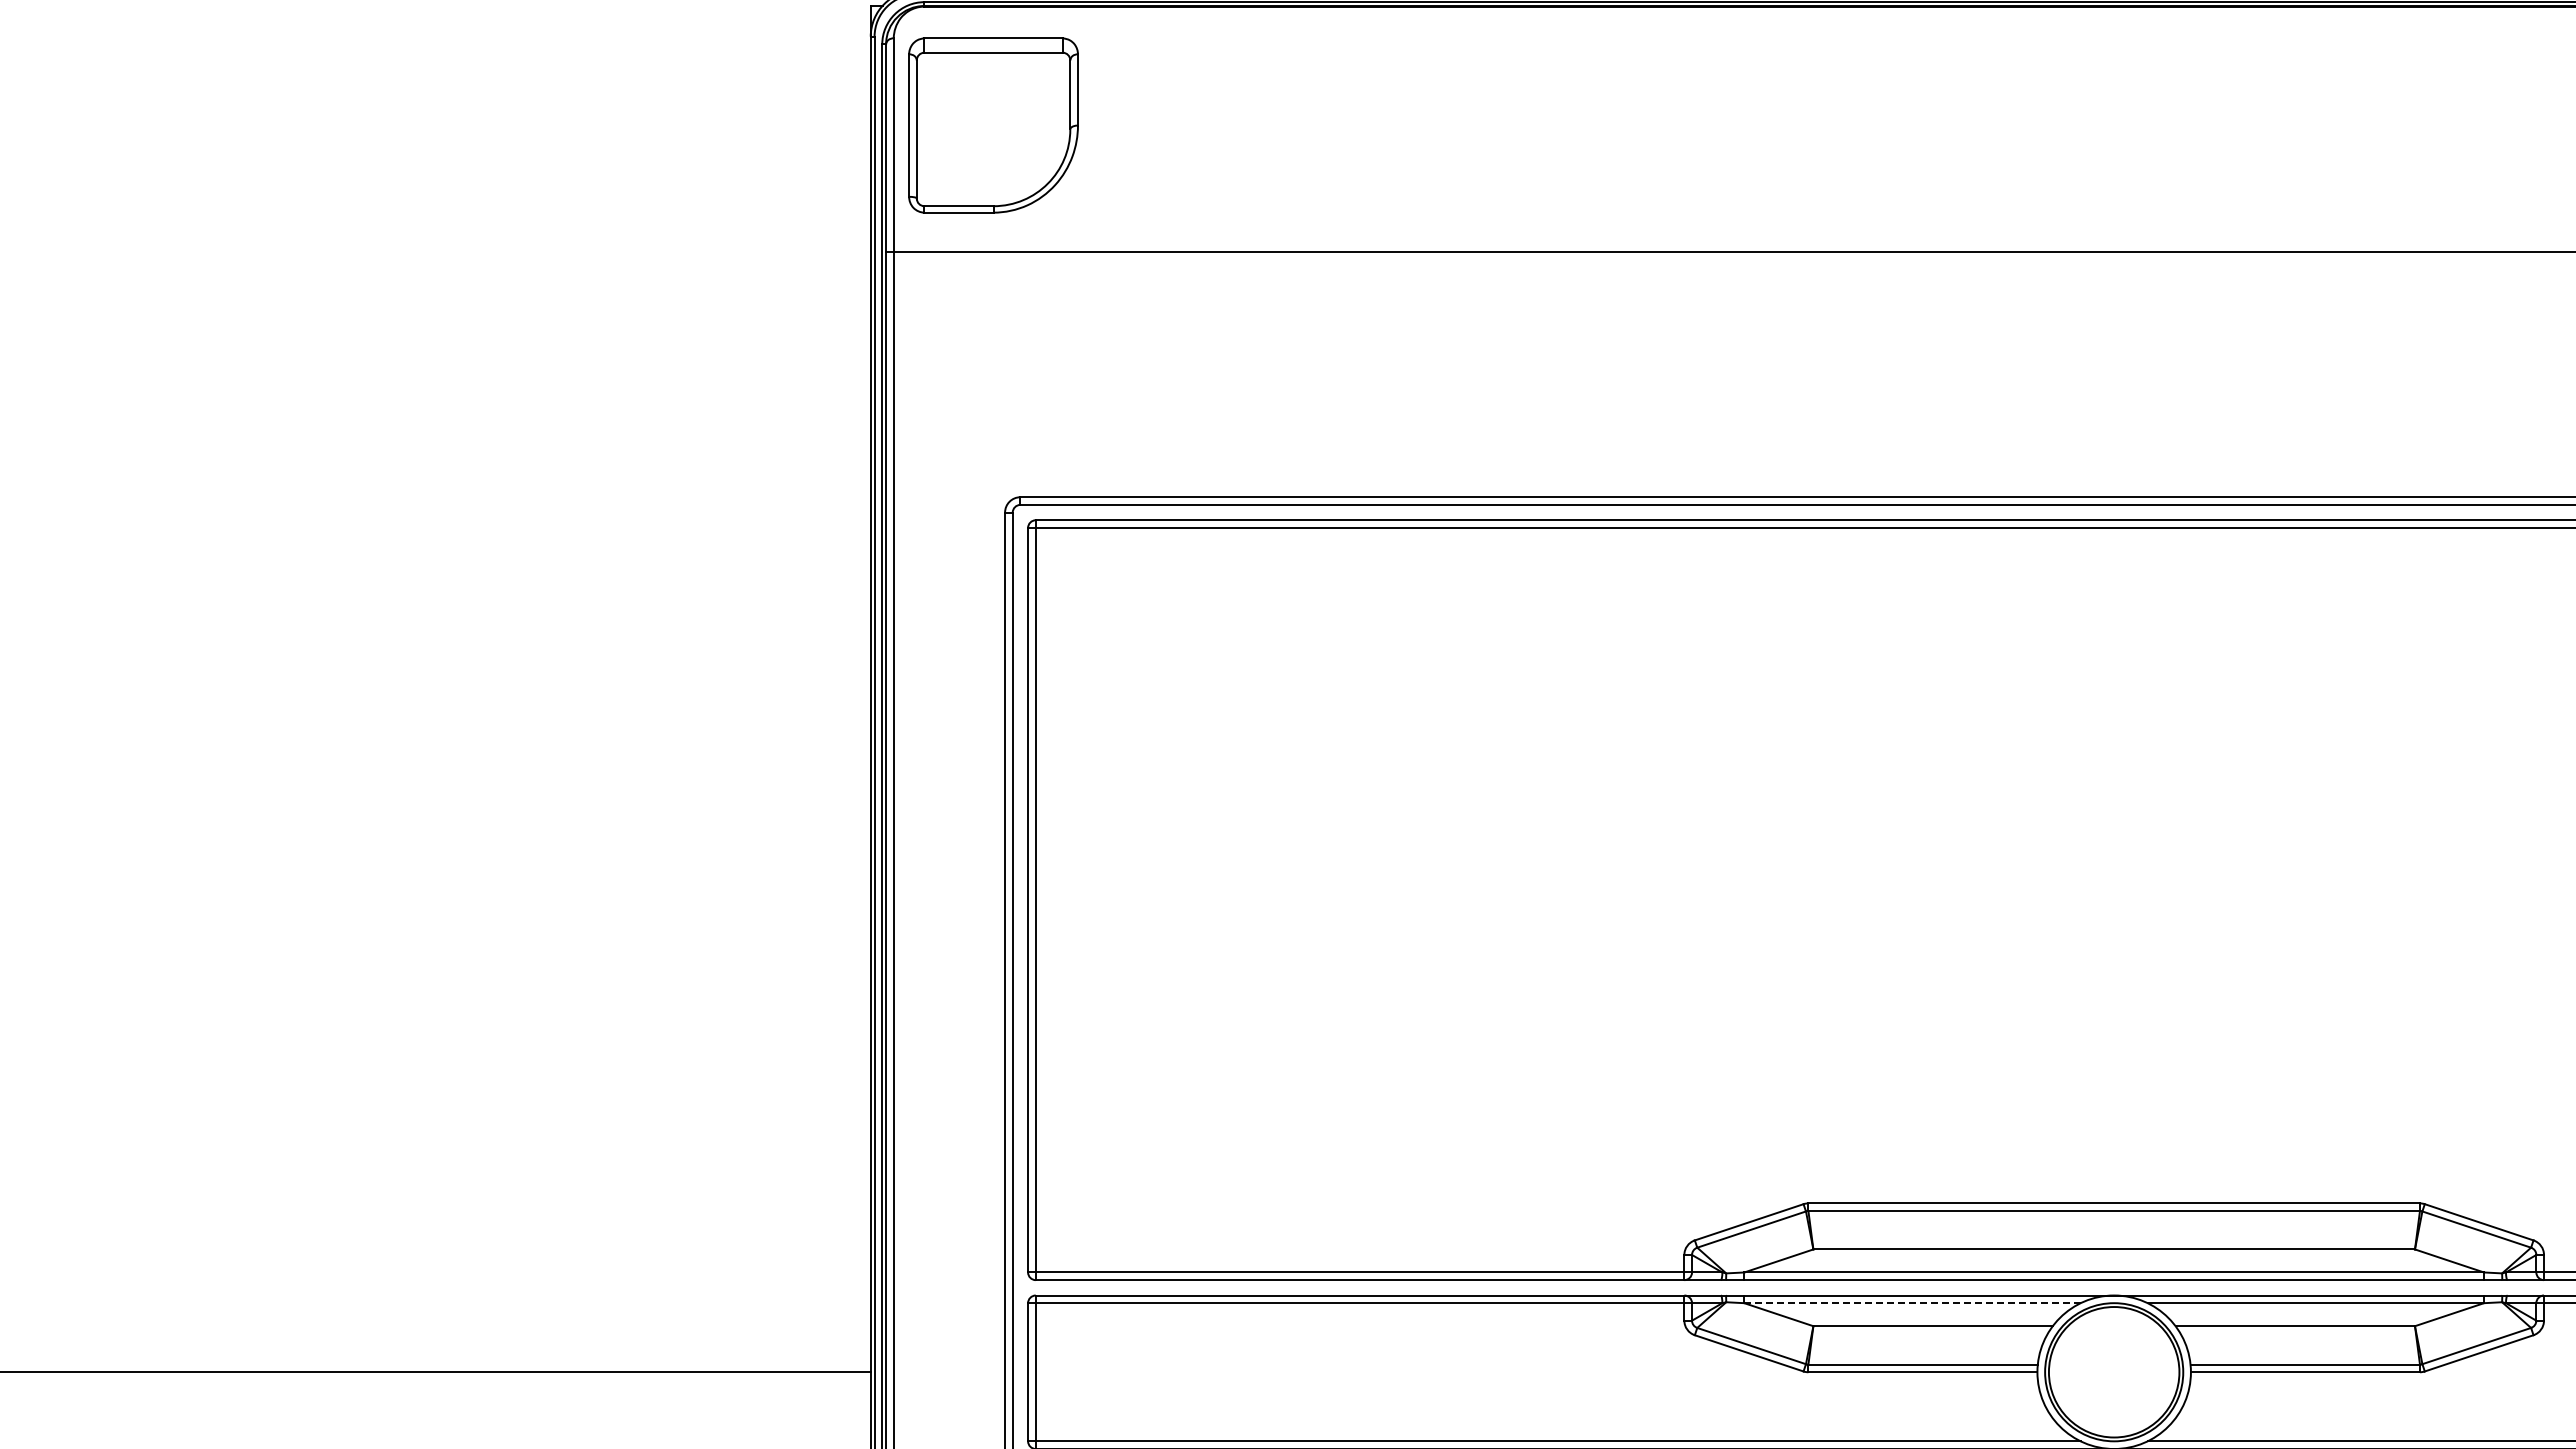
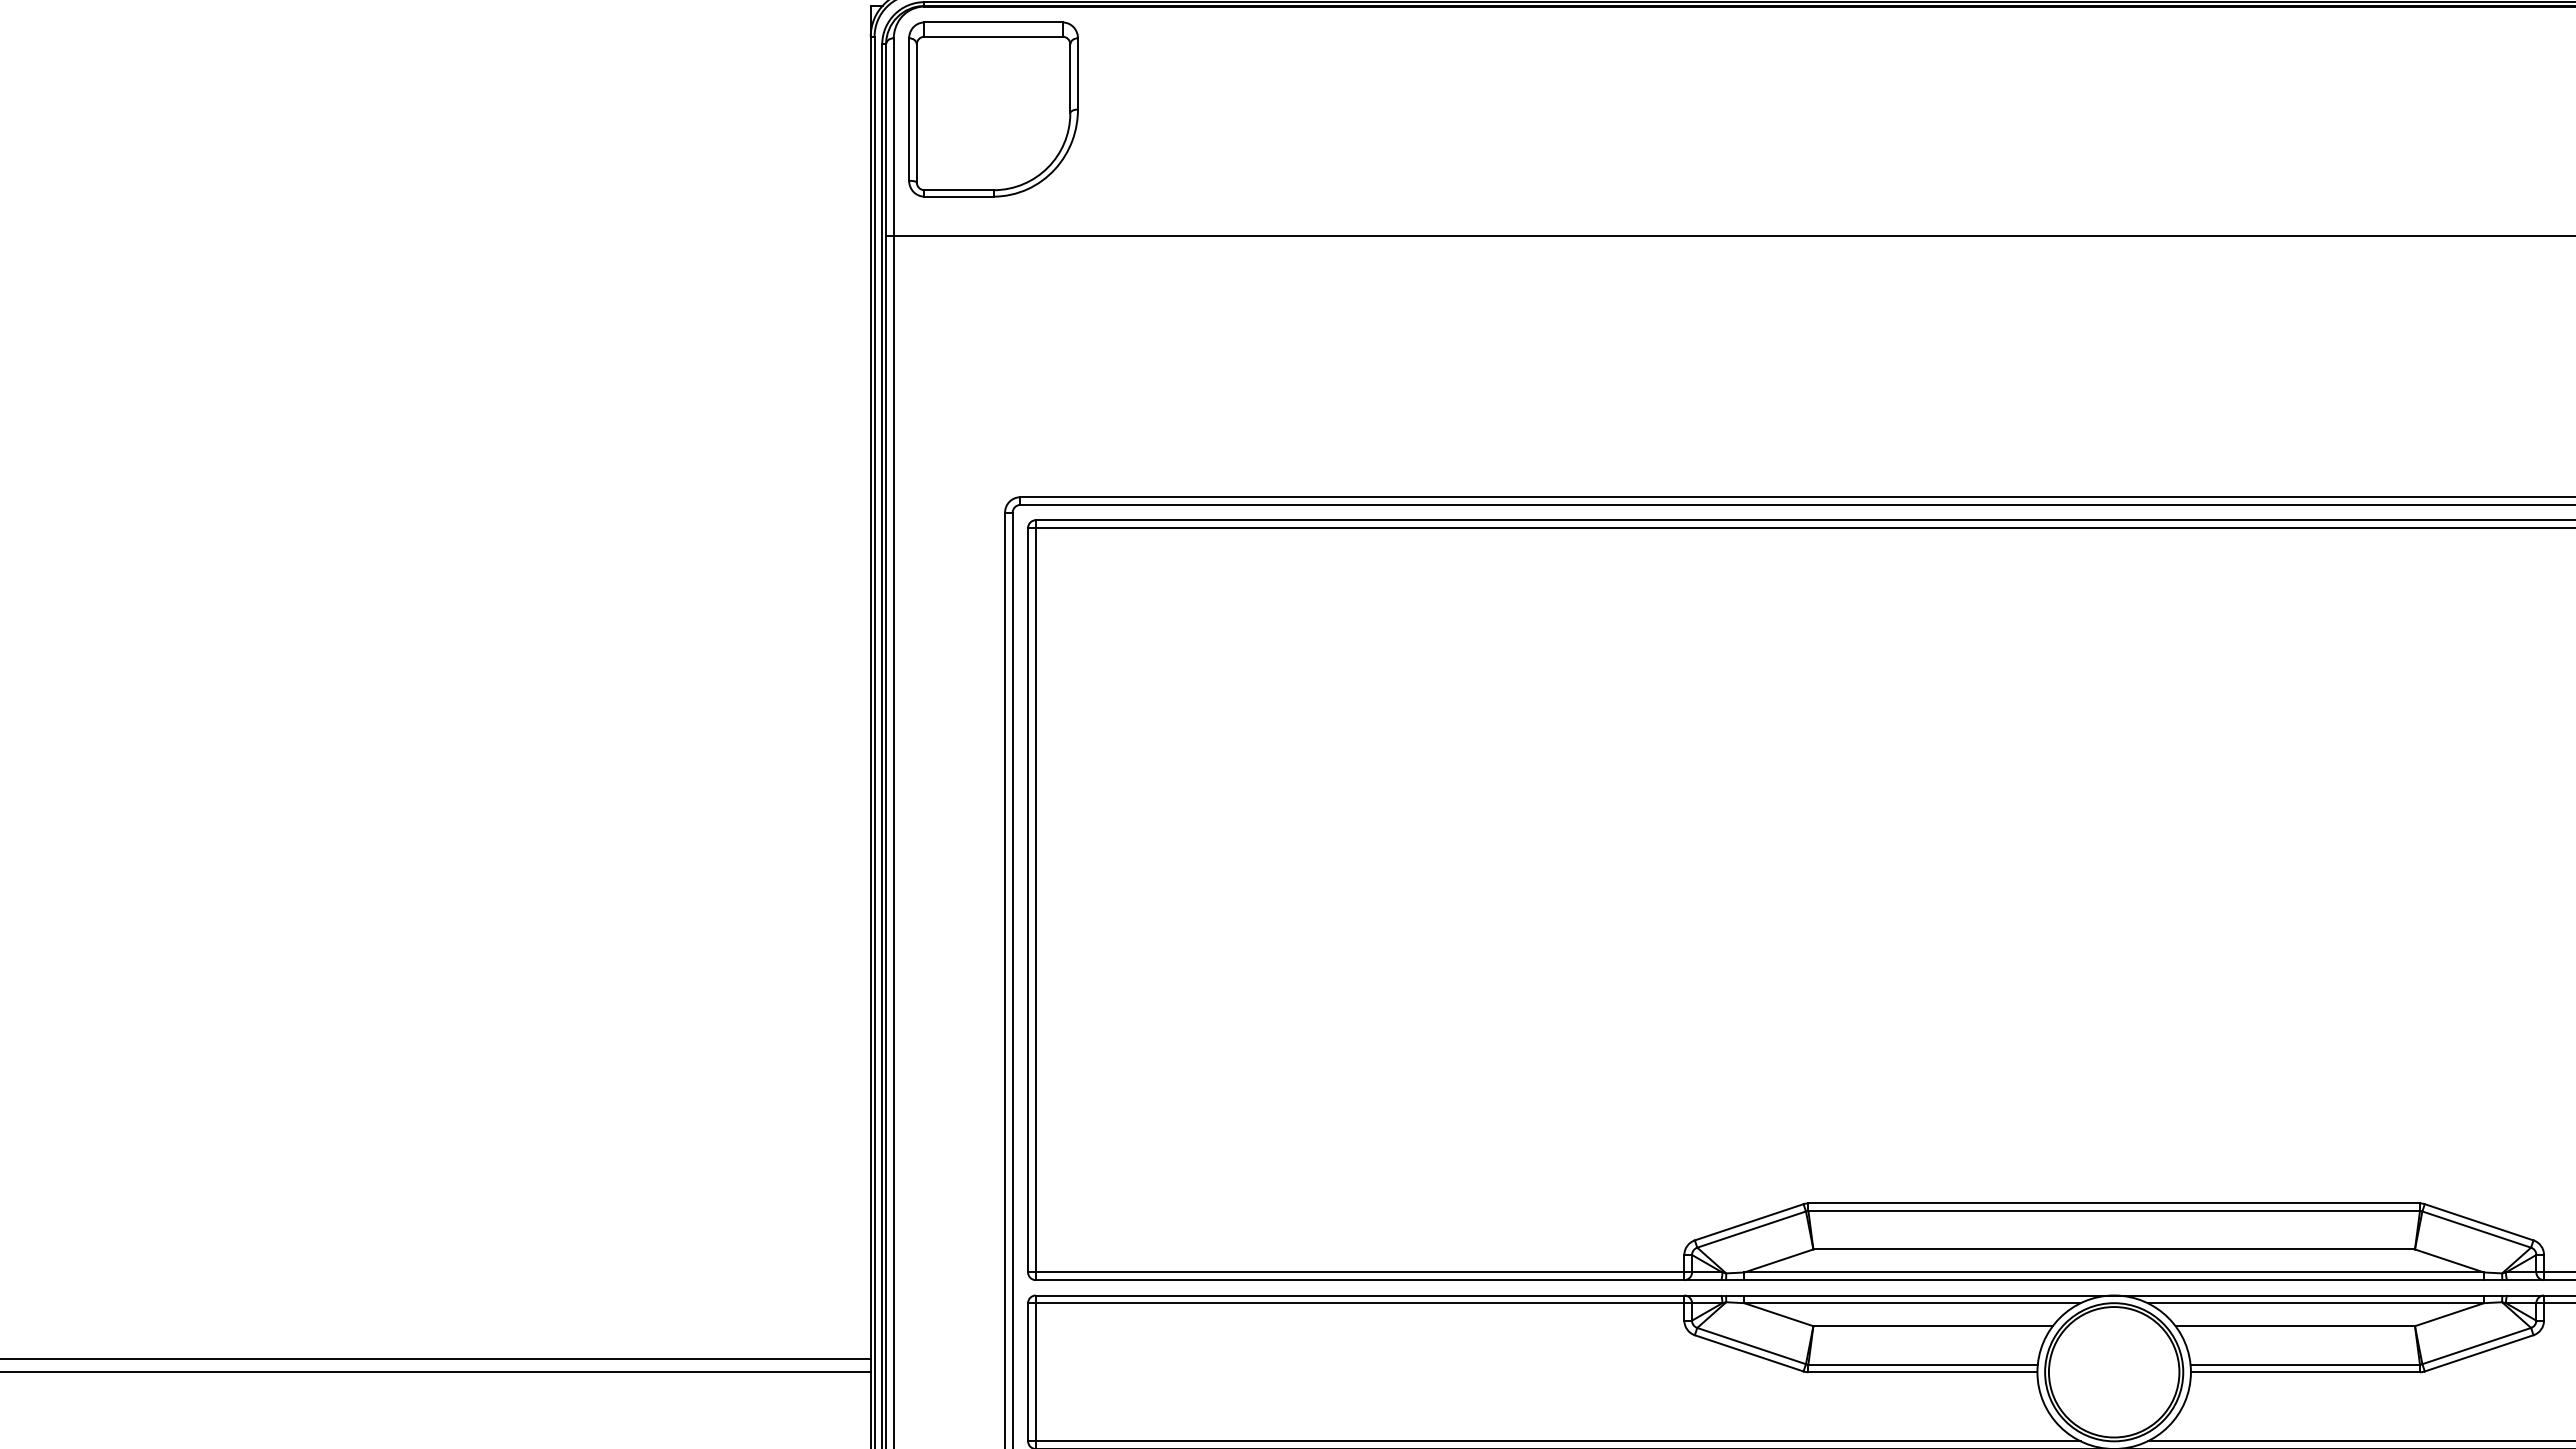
part at (993, 125) position: (993, 125) -> (993, 109)
line at (1729, 252) position: (1729, 252) -> (1729, 236)
line at (1913, 1303): dashed -> solid
line at (436, 1358): none -> present
